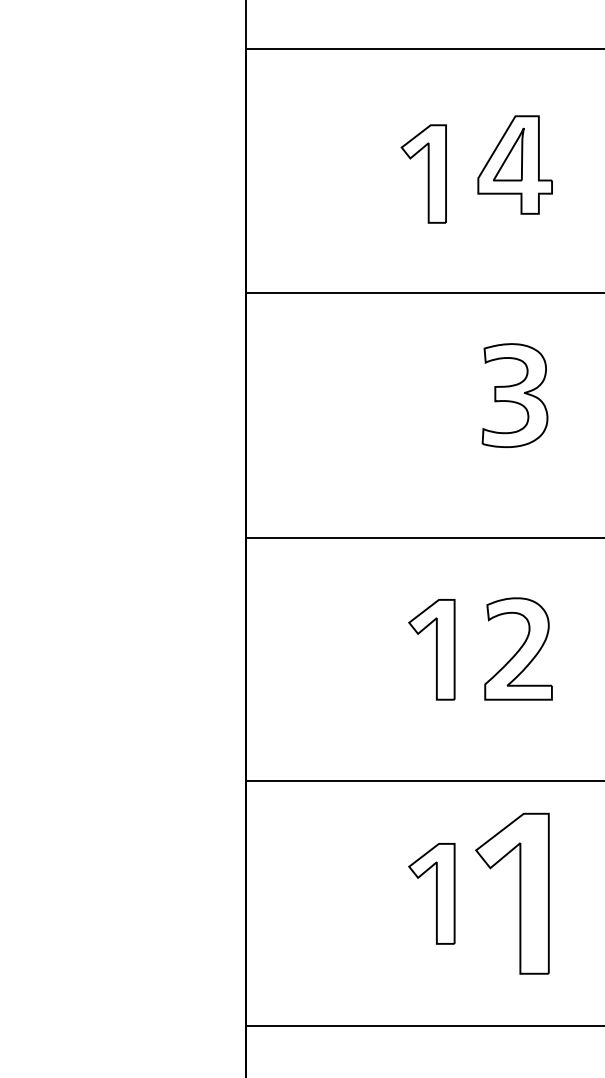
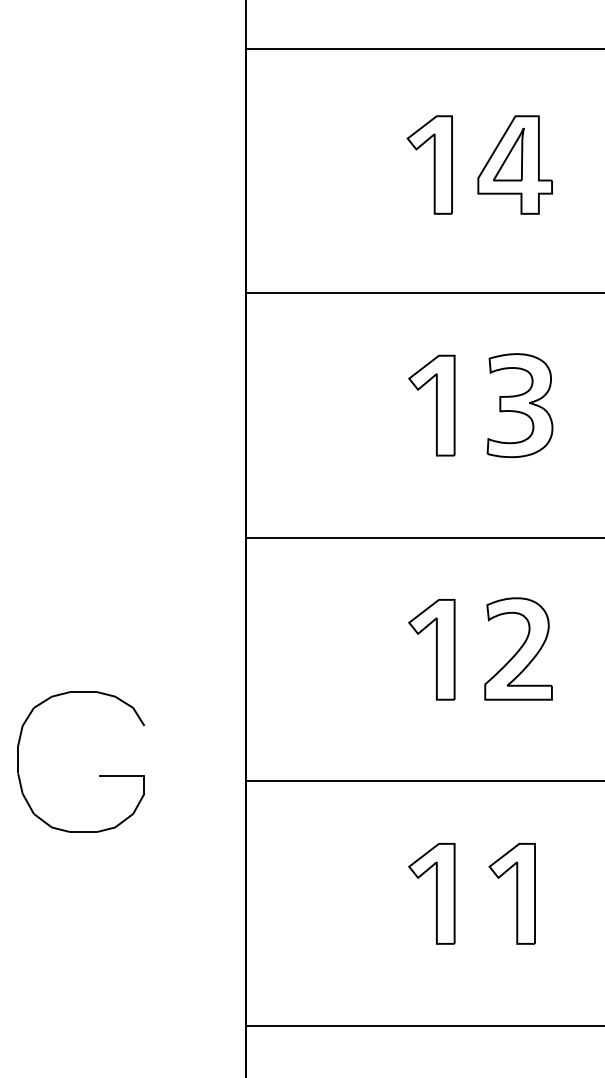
part at (423, 173) position: (423, 173) -> (429, 164)
part at (514, 395) position: (514, 395) -> (519, 405)
part at (431, 405): none -> present
part at (99, 775): none -> present
part at (512, 893) size: 75x163 px -> 48x102 px
